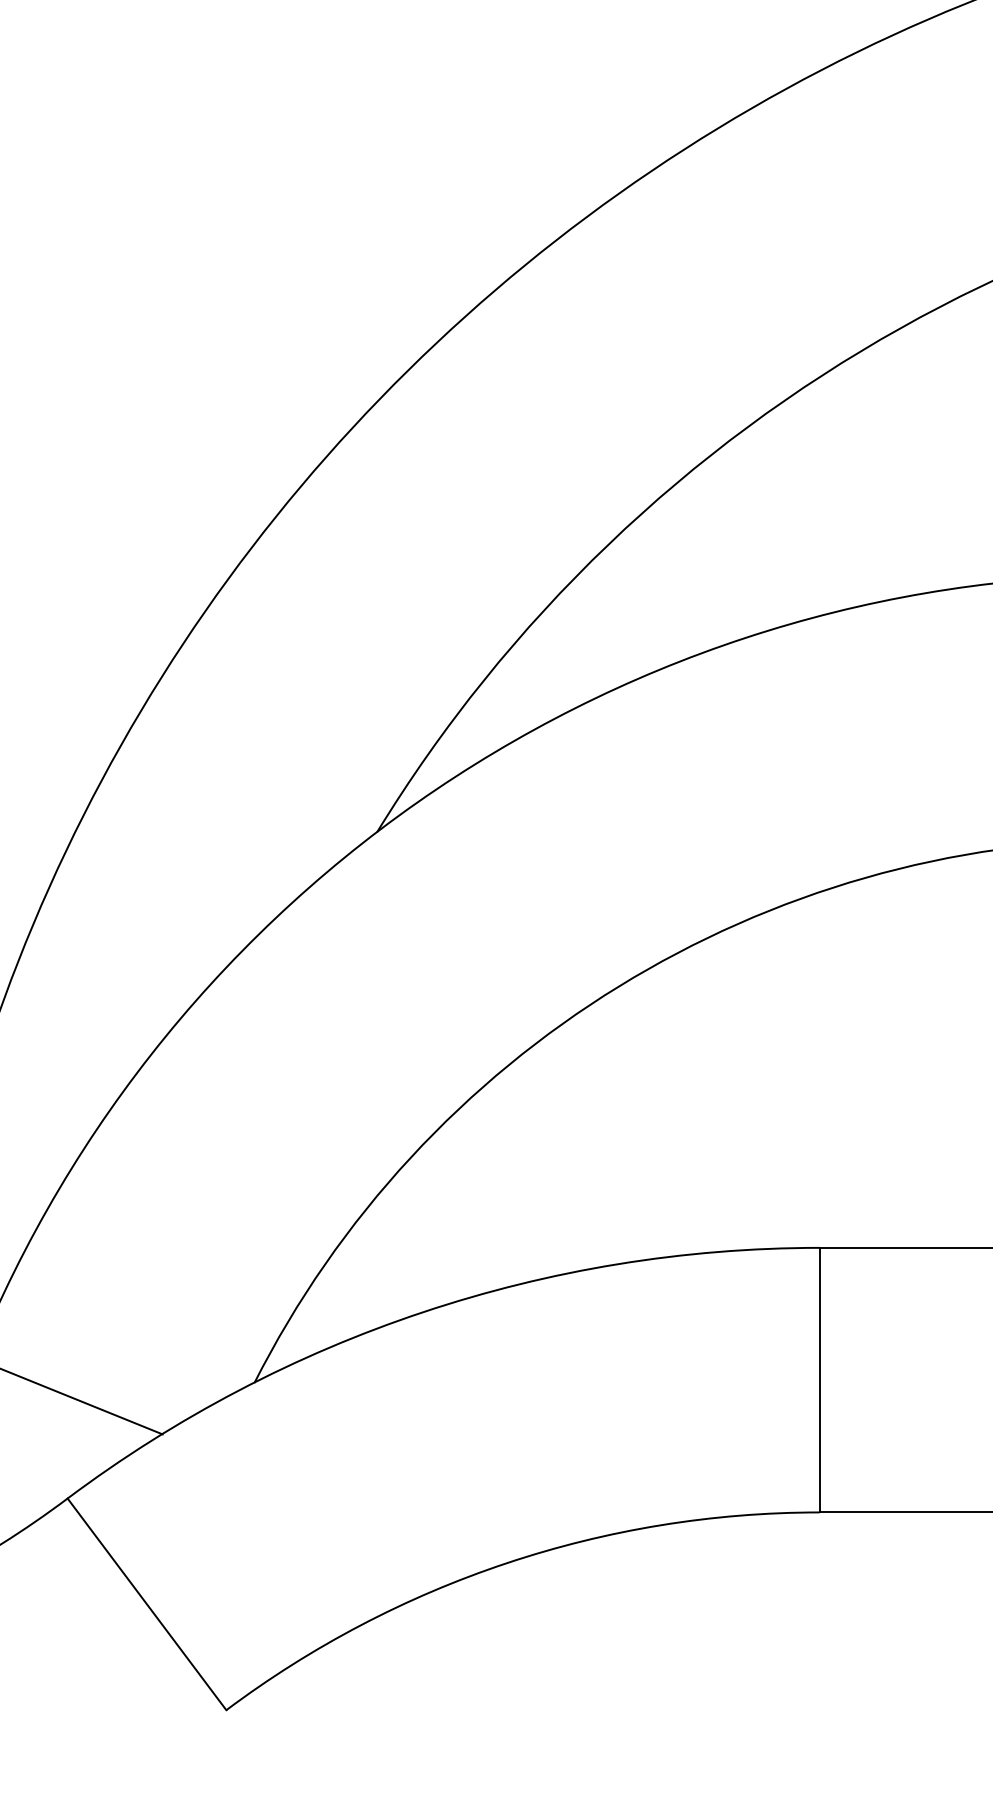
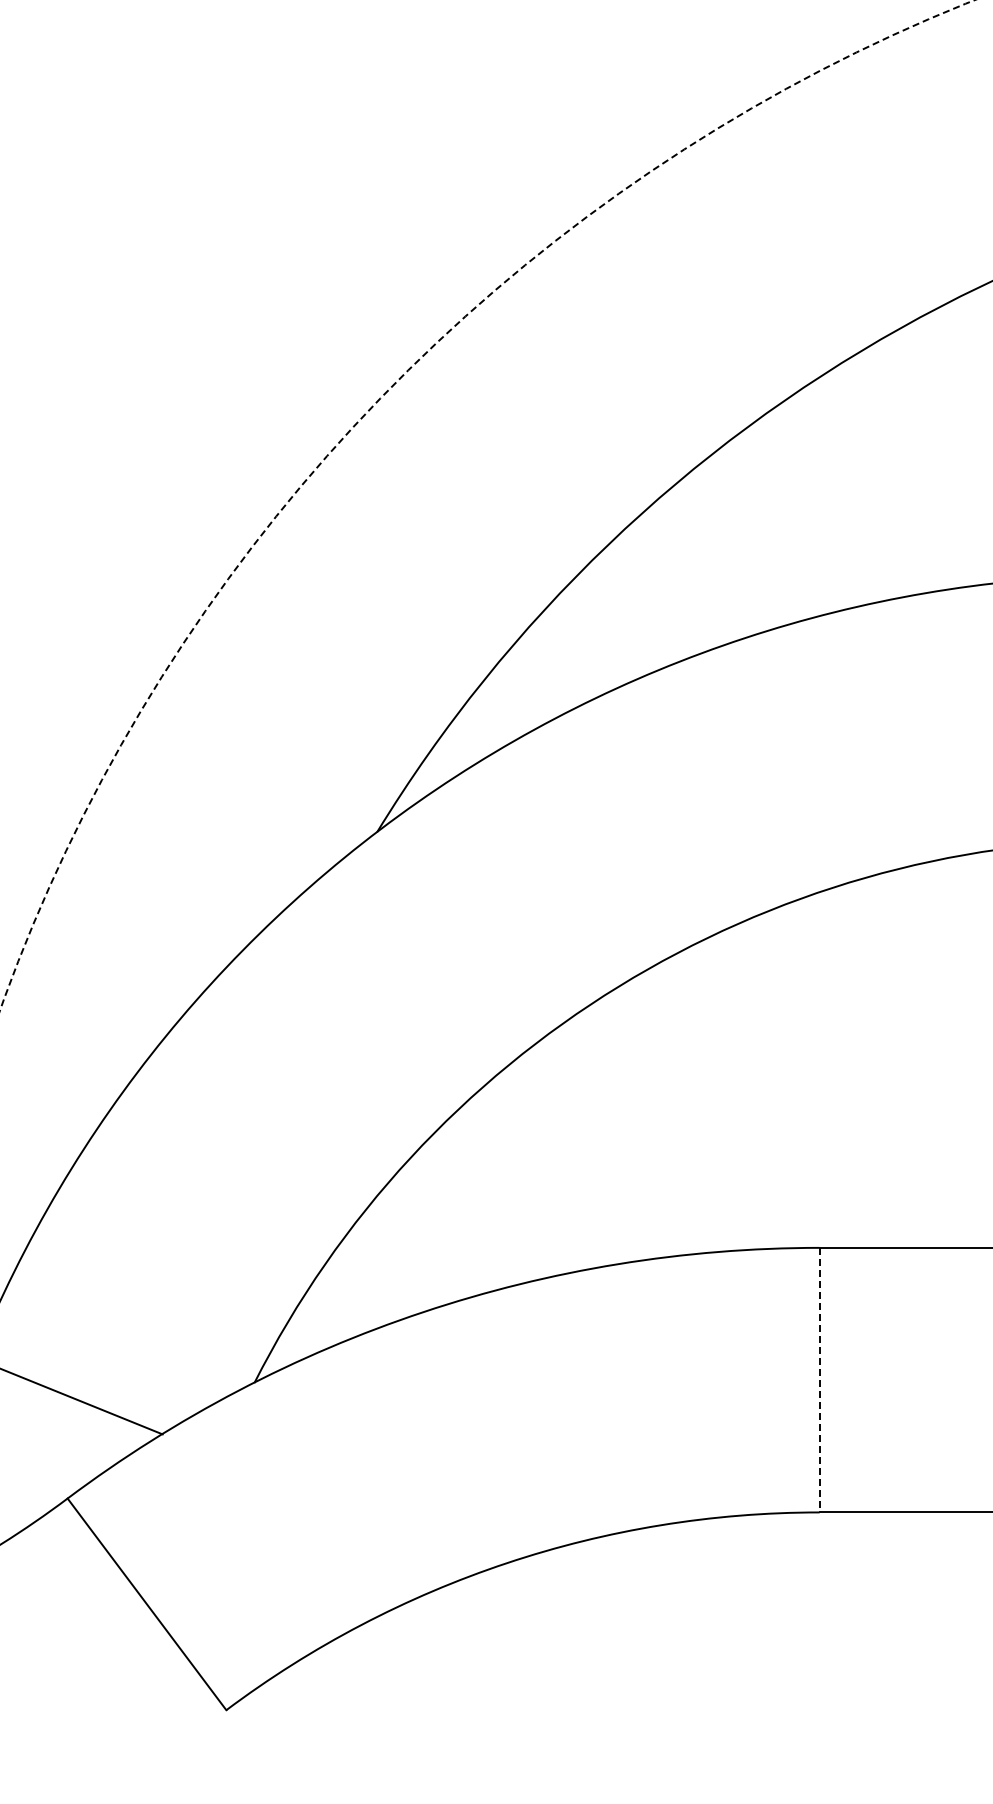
arc at (379, 399): solid -> dashed
line at (819, 1380): solid -> dashed
